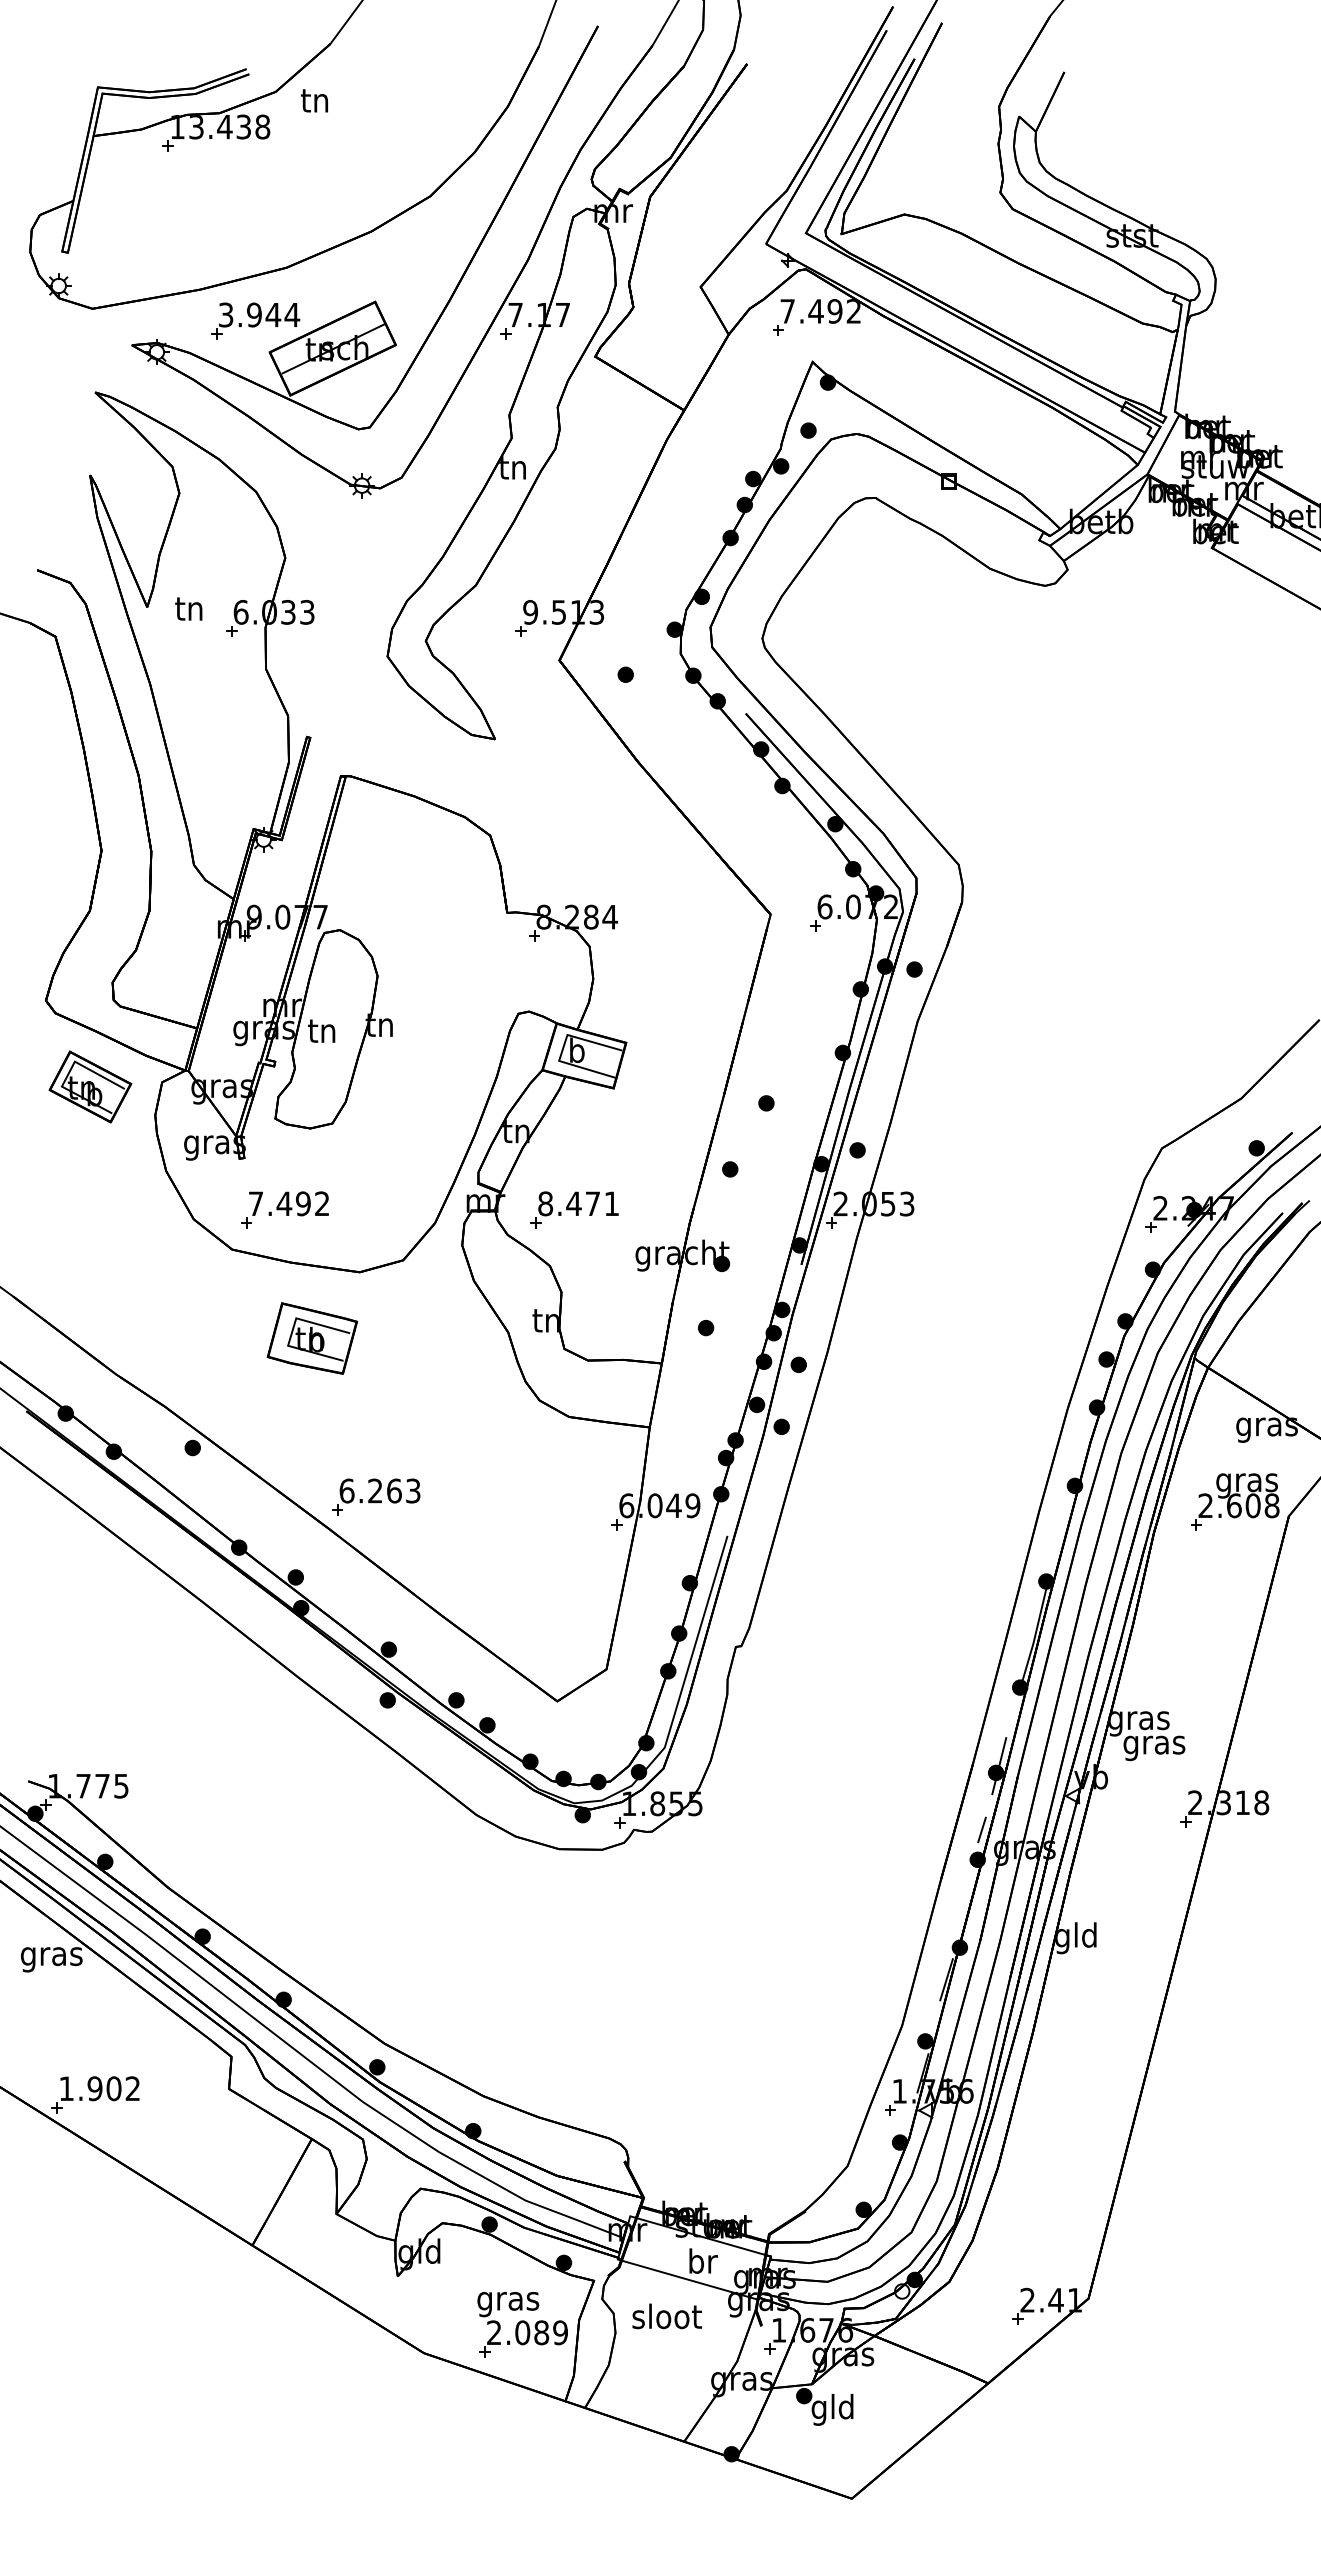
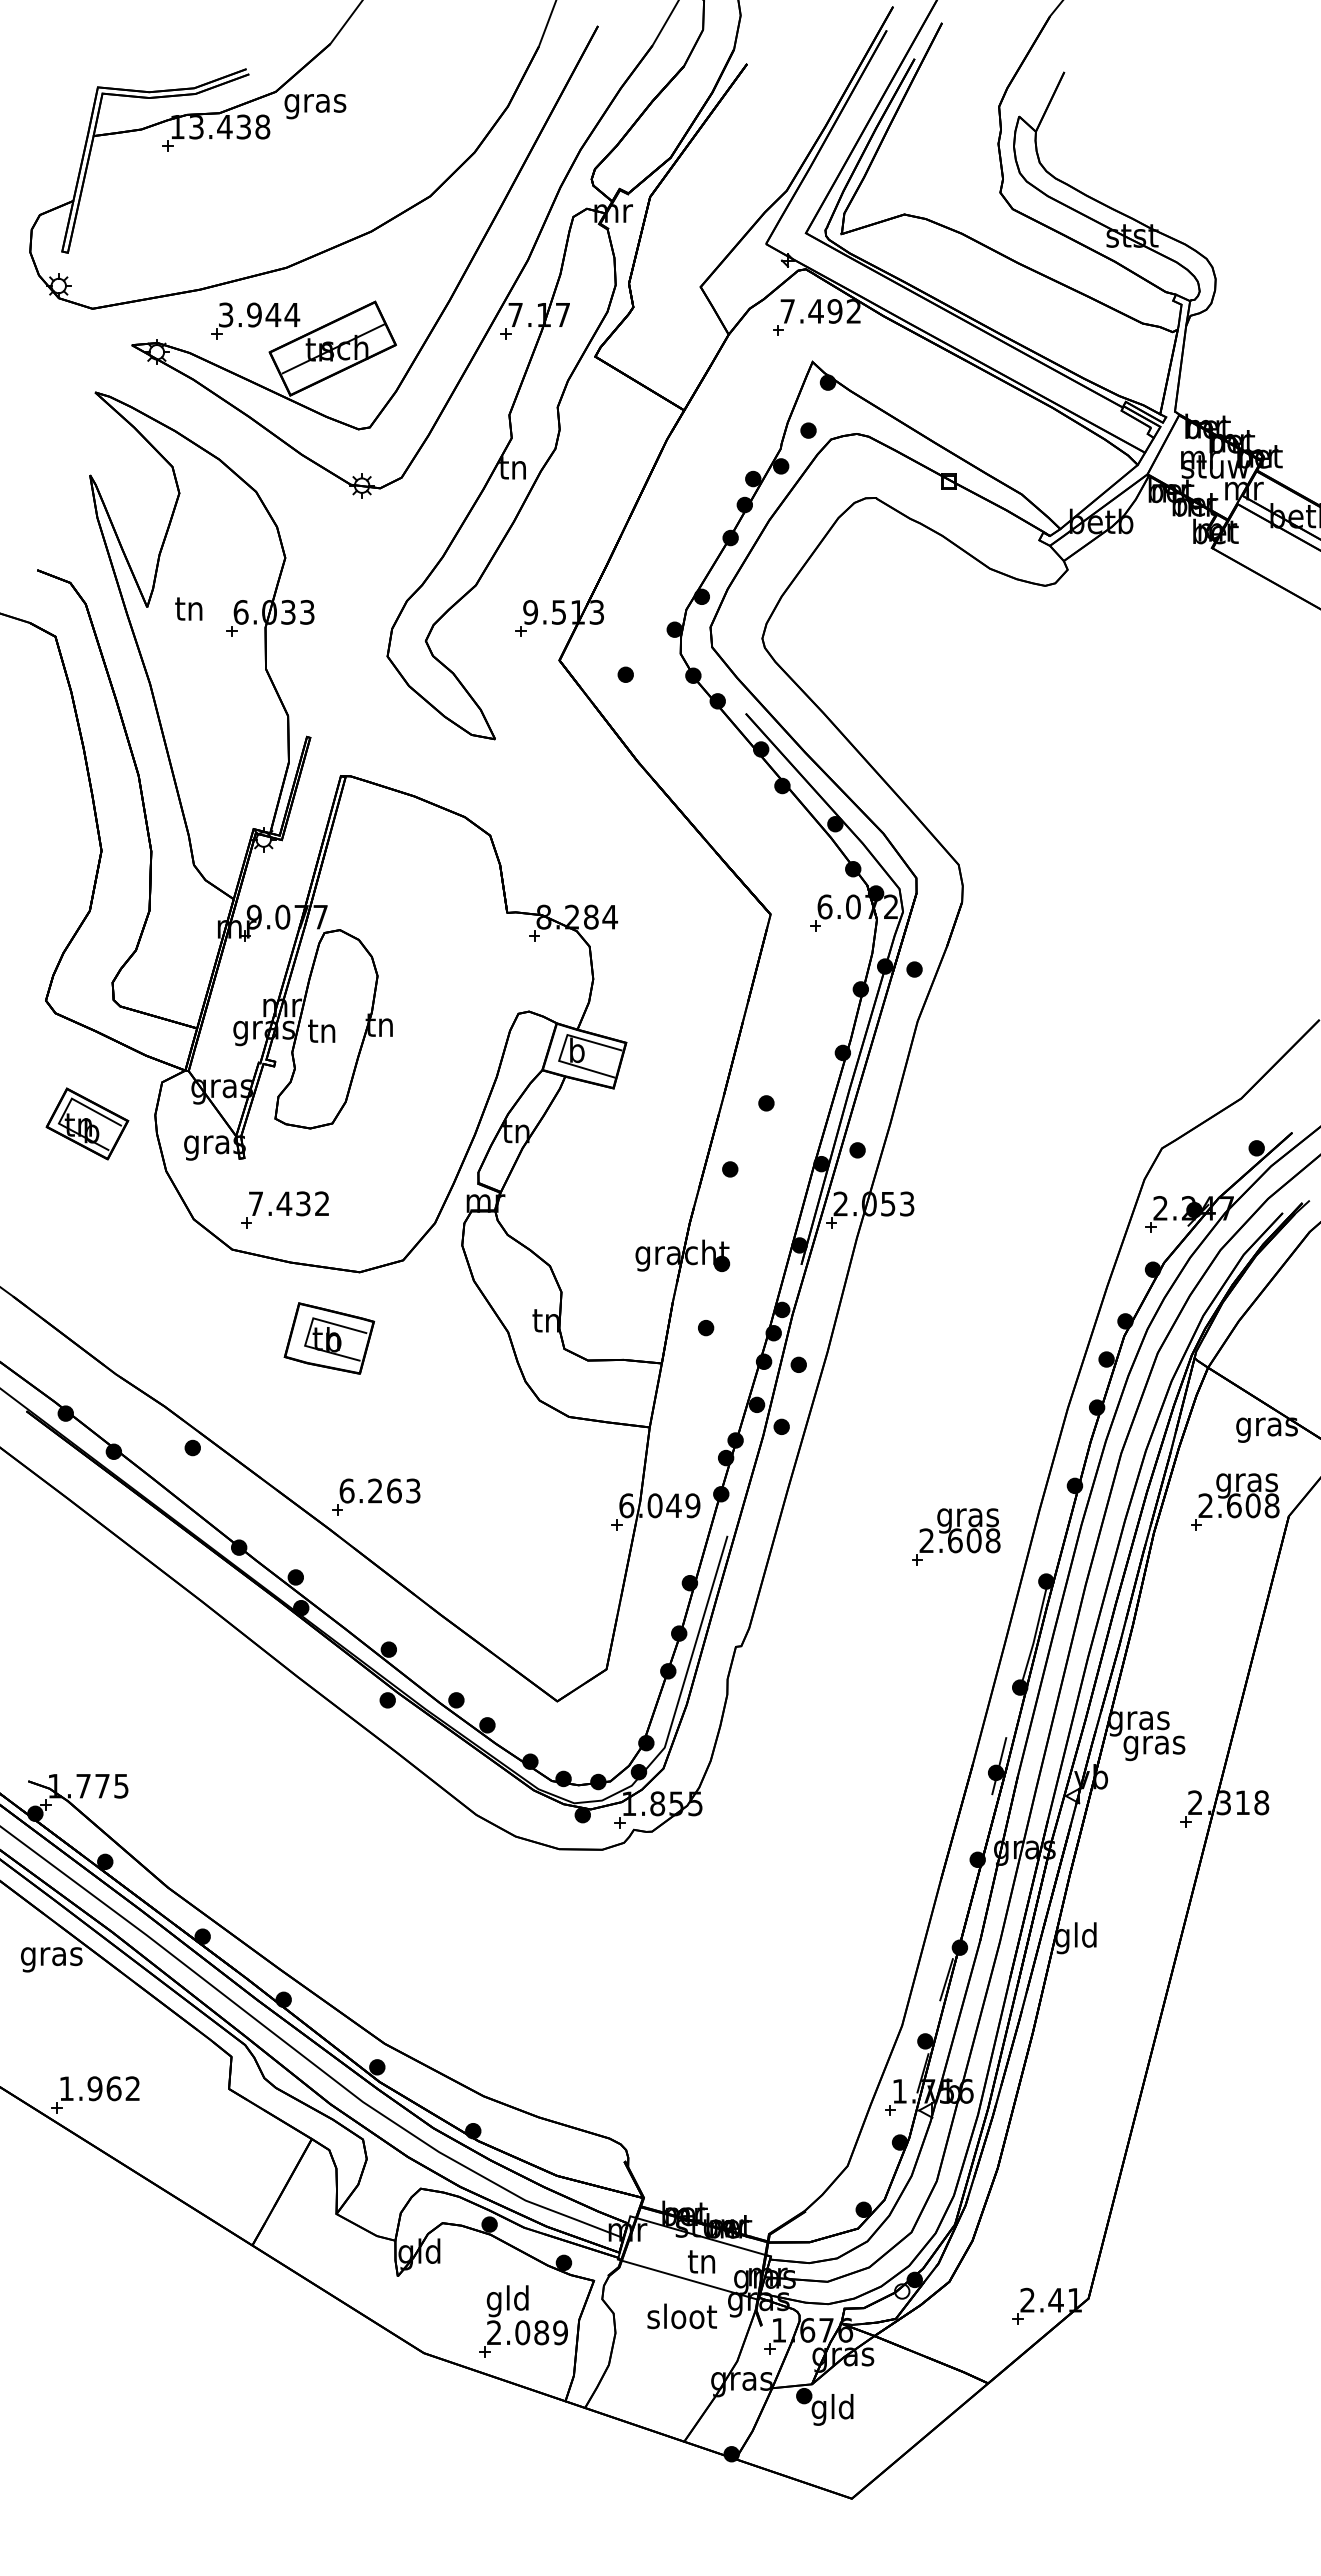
text at (315, 104): tn -> gras
part at (90, 1086) position: (90, 1086) -> (87, 1123)
text at (302, 1203): 7.492 -> 7.432
part at (574, 1209): present -> none
part at (312, 1338) position: (312, 1338) -> (329, 1338)
part at (956, 1536): none -> present
line at (981, 1829): present -> none
text at (113, 2088): 1.902 -> 1.962
text at (702, 2260): br -> tn
text at (508, 2301): gras -> gld
text at (666, 2316) position: (666, 2316) -> (681, 2316)
